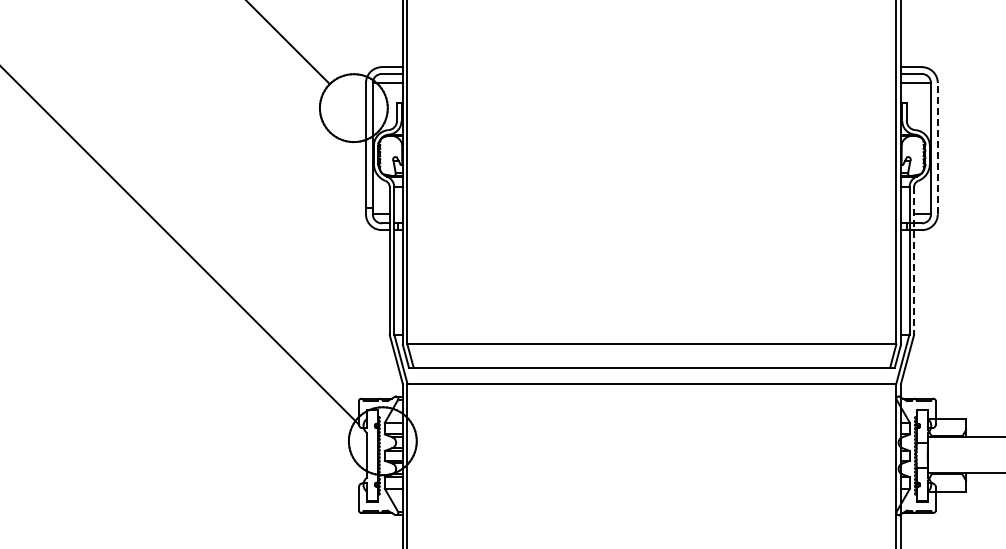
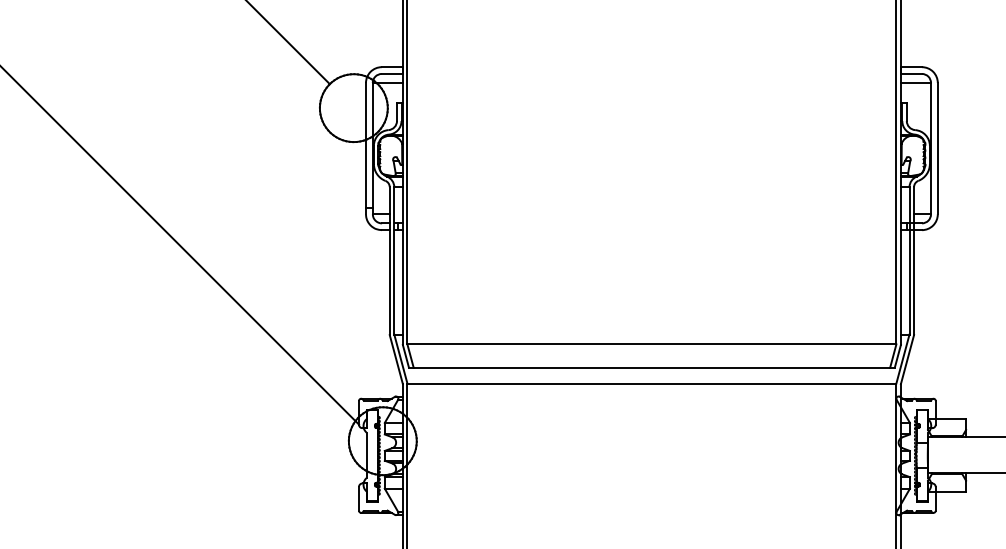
line at (937, 148): dashed -> solid
line at (914, 261): dashed -> solid
